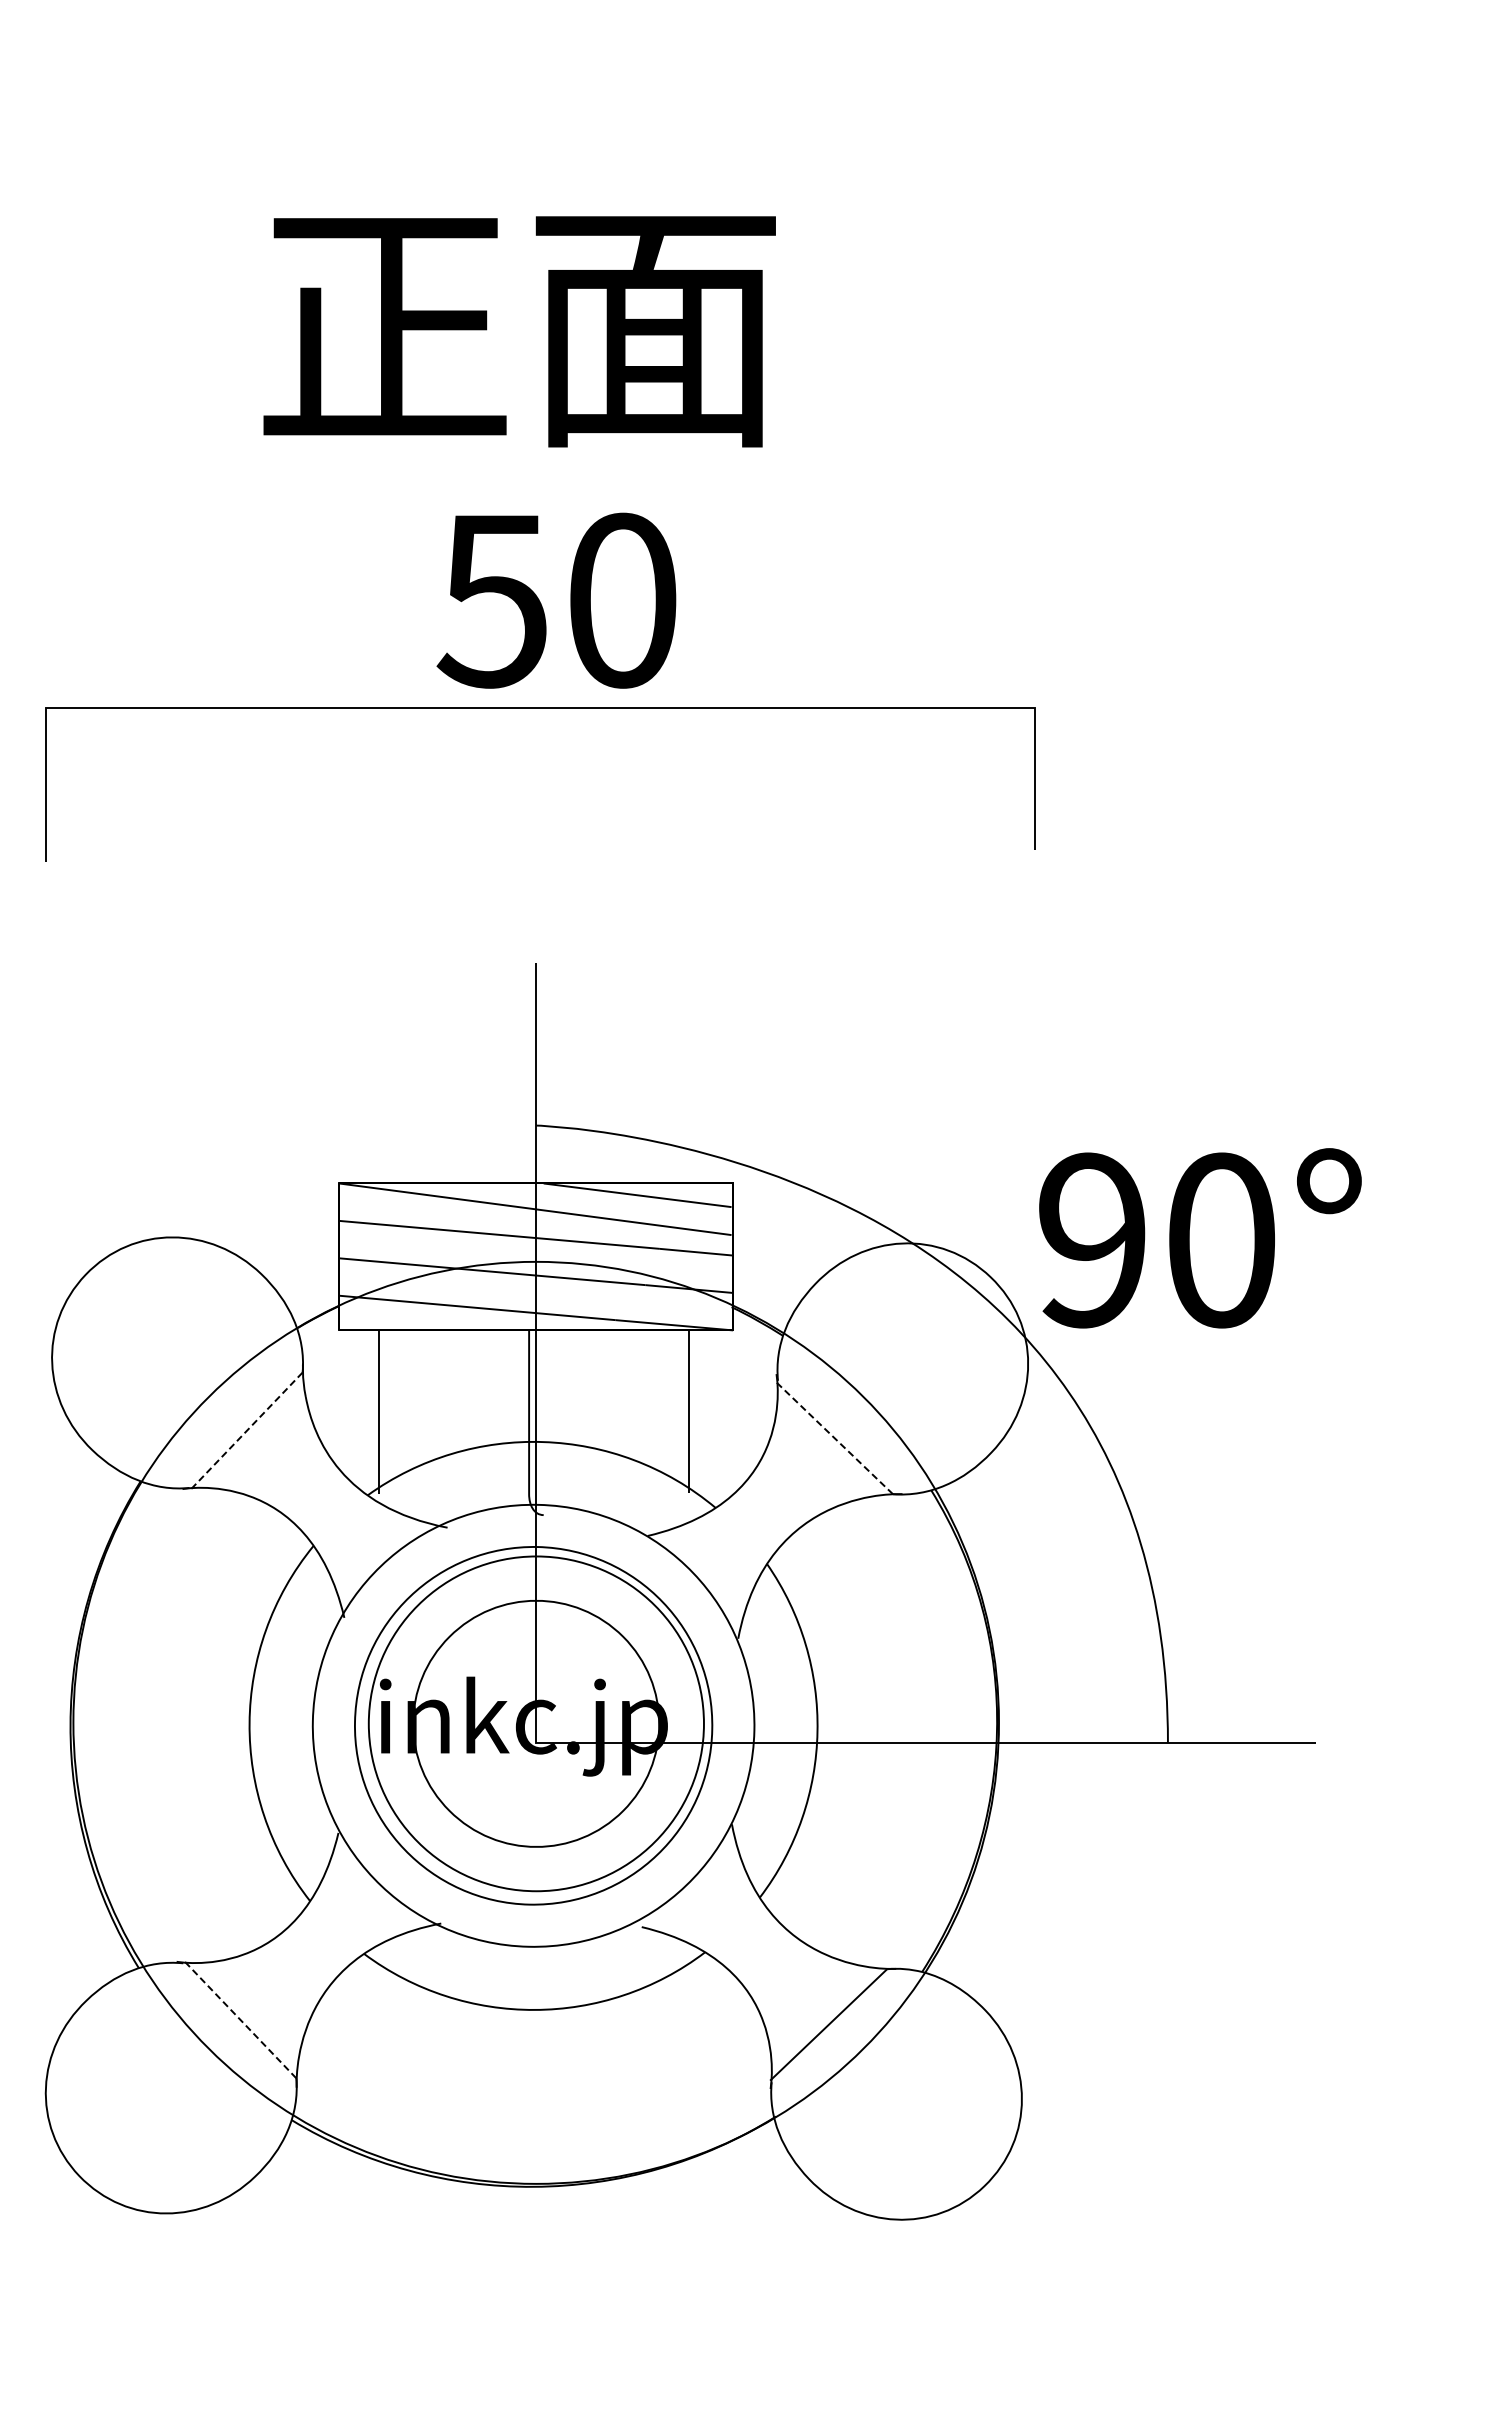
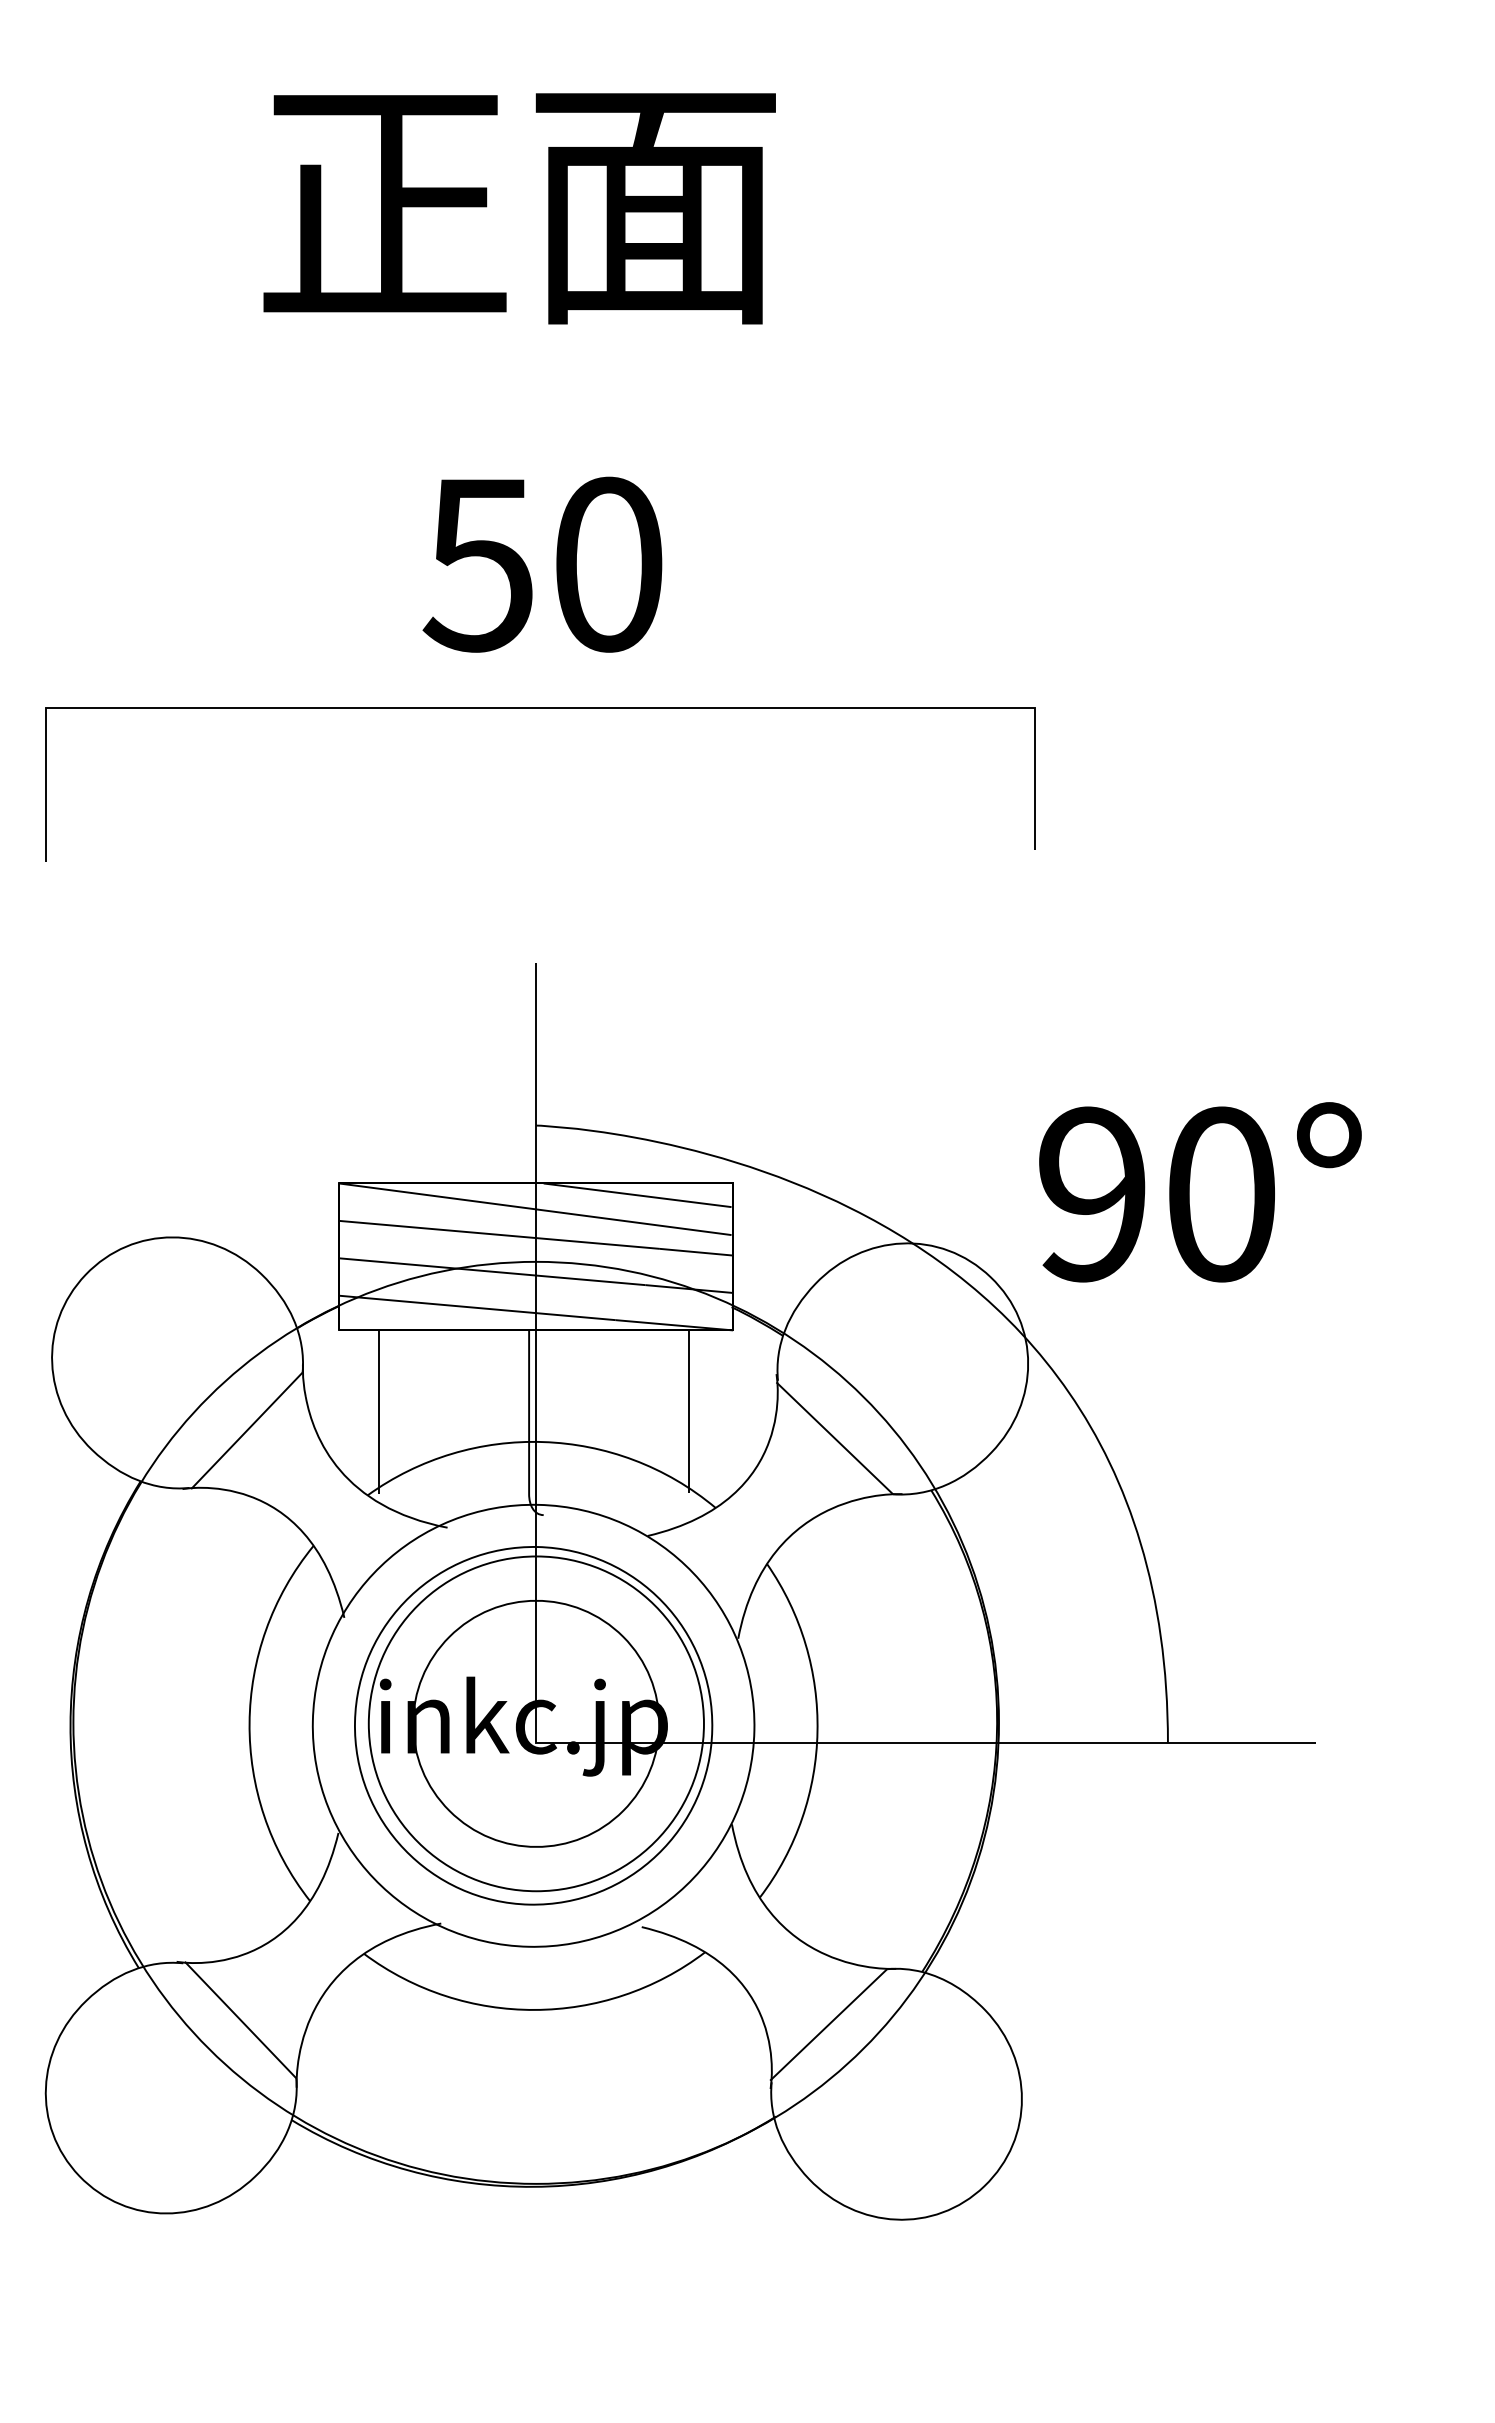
text at (519, 331) position: (519, 331) -> (519, 208)
text at (556, 600) position: (556, 600) -> (542, 564)
text at (1200, 1238) position: (1200, 1238) -> (1200, 1192)
line at (246, 1430): dashed -> solid
line at (834, 1438): dashed -> solid
line at (240, 2020): dashed -> solid
